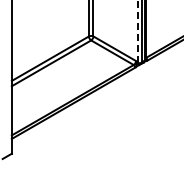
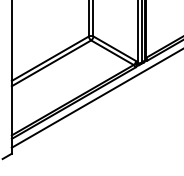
line at (137, 30): dashed -> solid
line at (95, 98): none -> present
